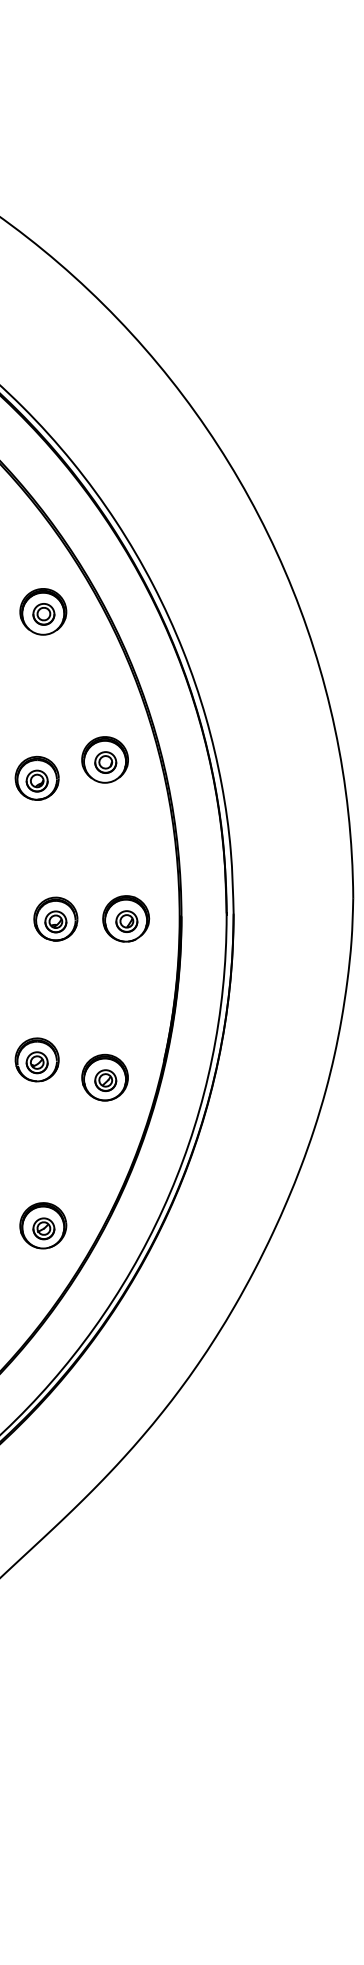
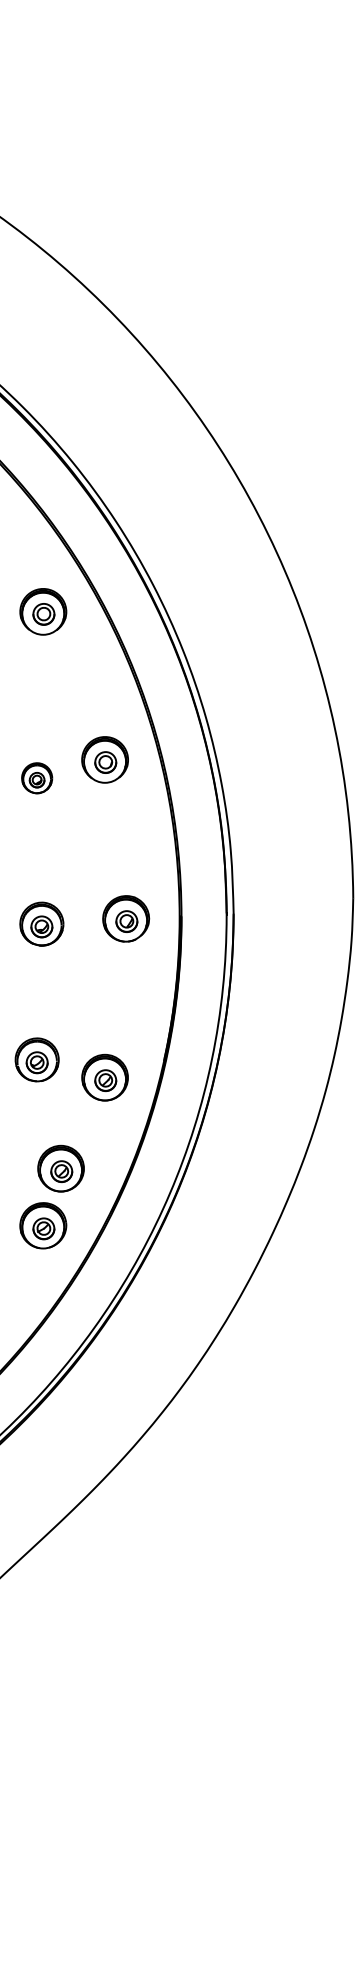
part at (36, 777) size: 46x46 px -> 33x33 px
part at (55, 918) position: (55, 918) -> (41, 923)
part at (60, 1168): none -> present
